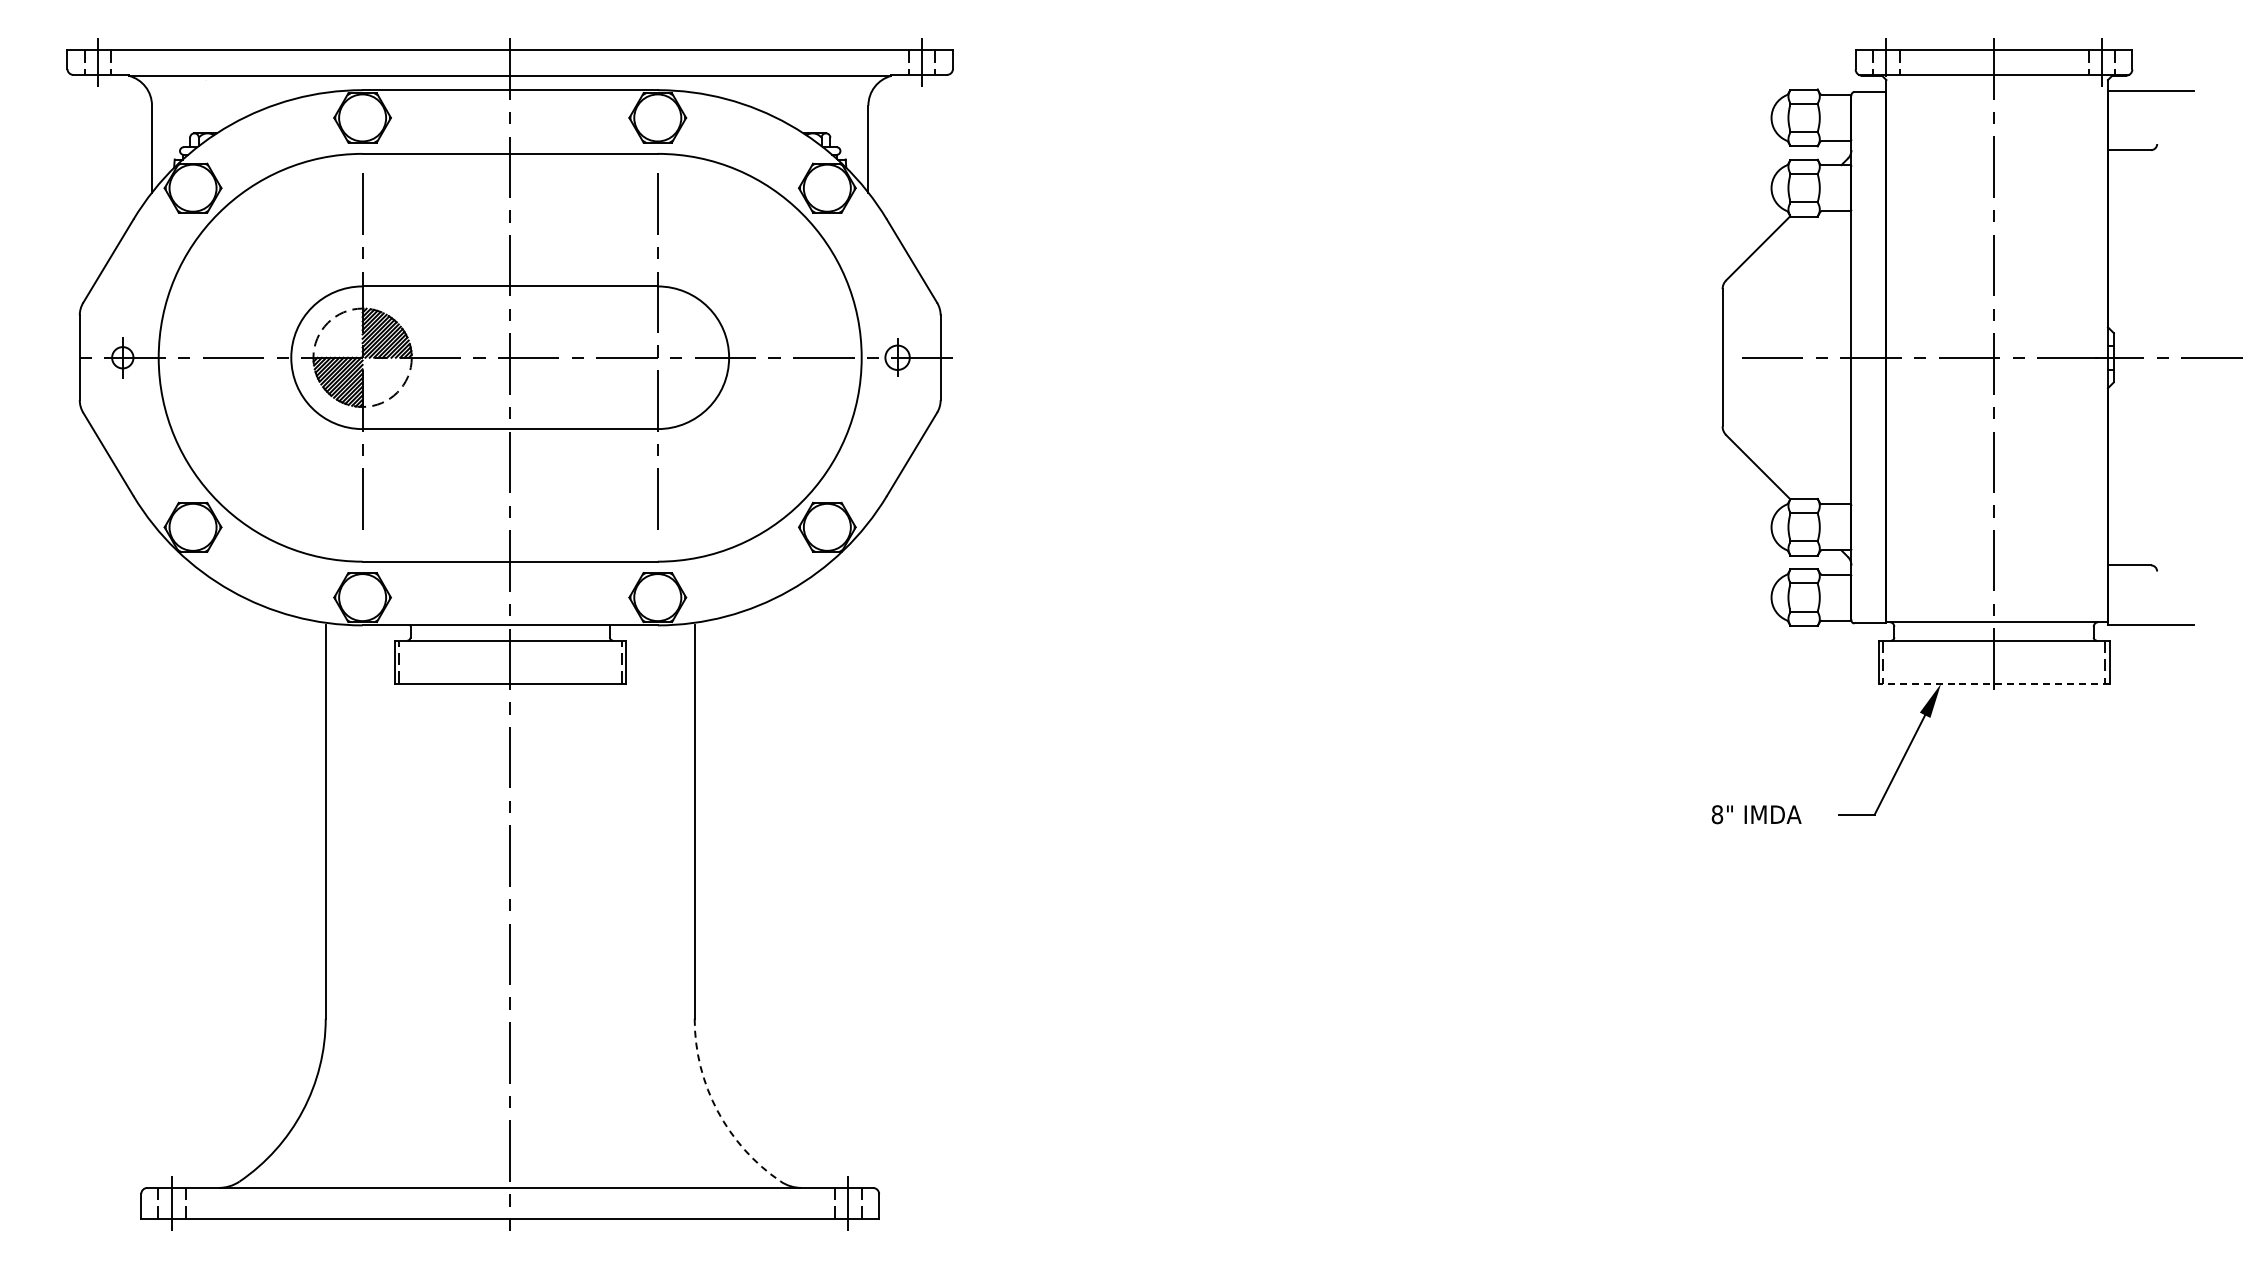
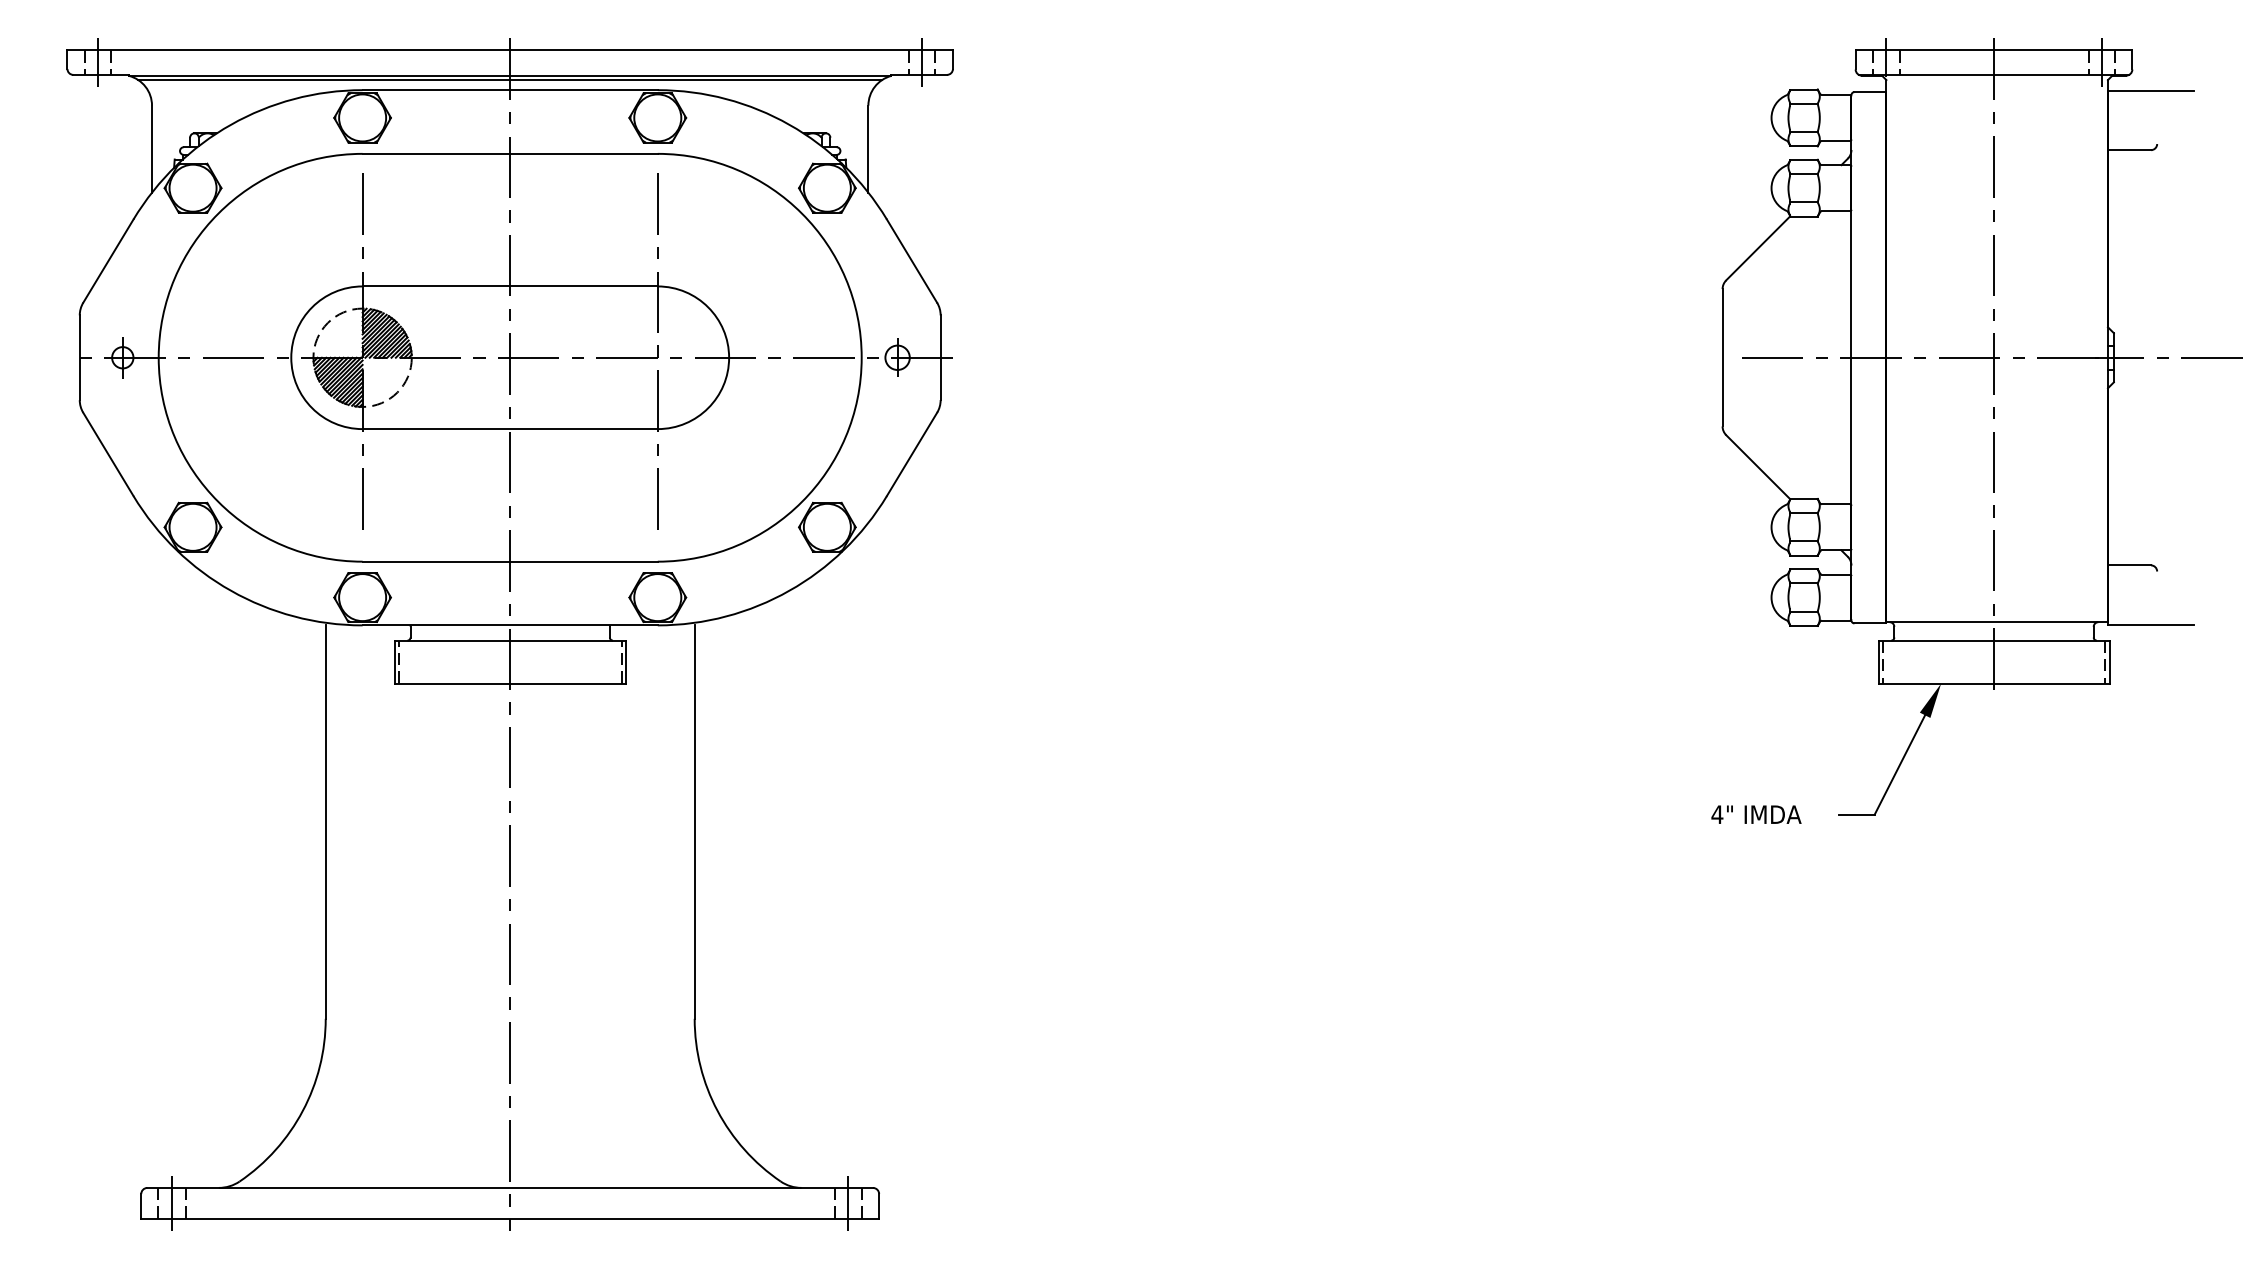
line at (510, 80): none -> present
line at (1993, 683): dashed -> solid
text at (1717, 814): 8" -> 4"
arc at (717, 1110): dashed -> solid
